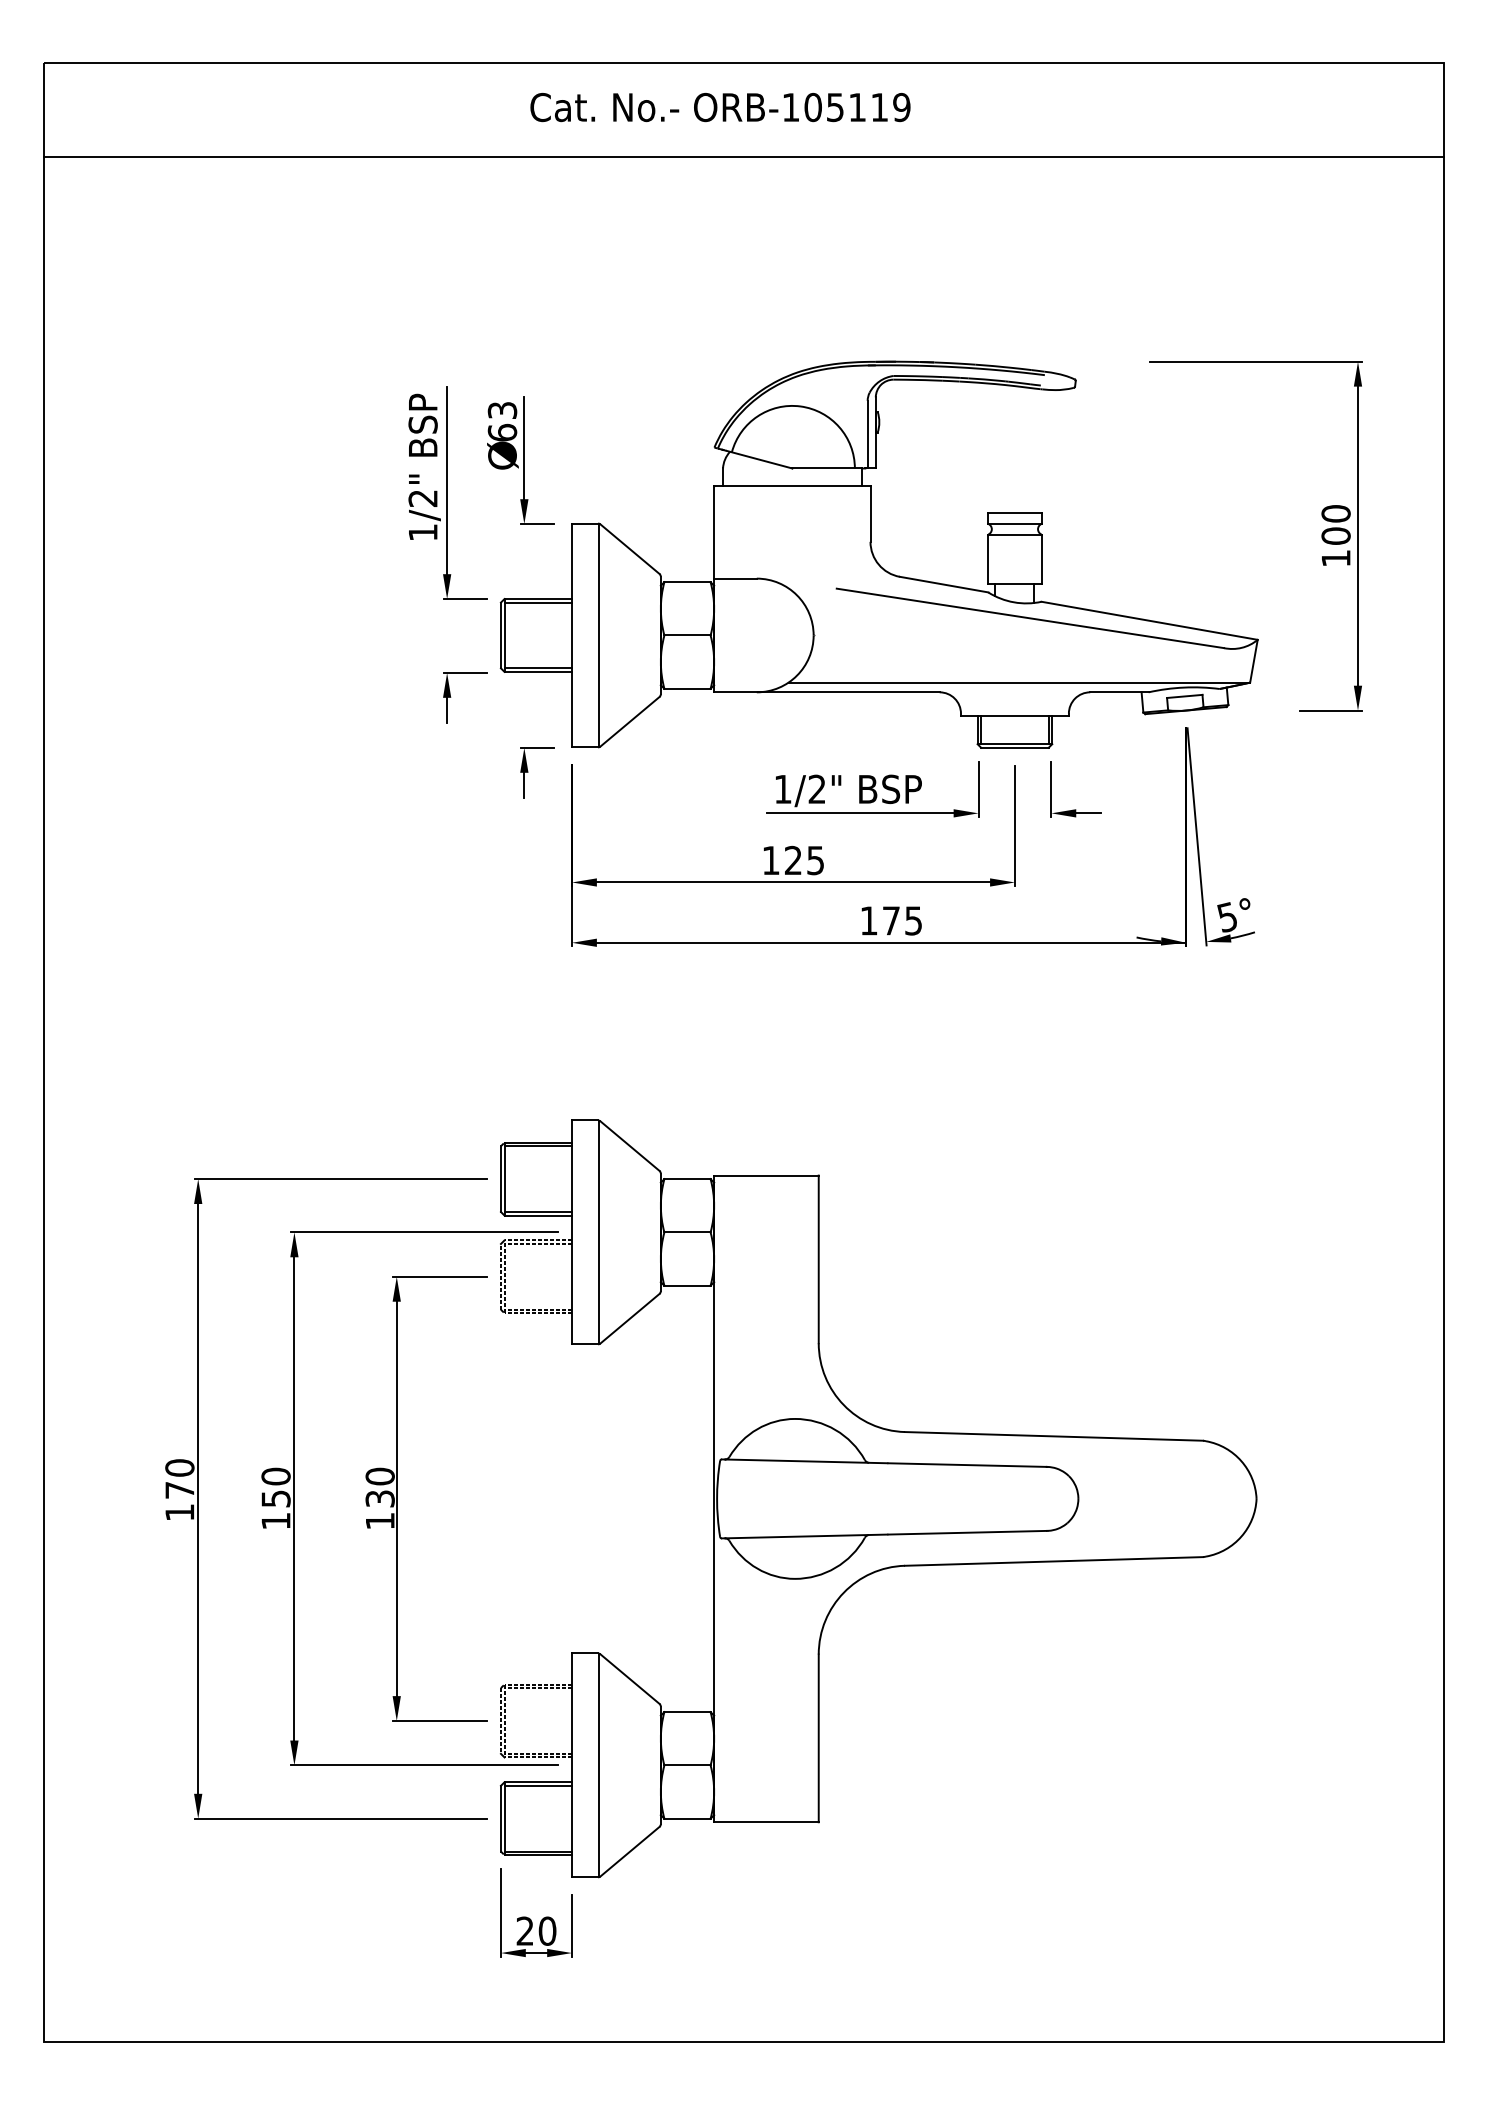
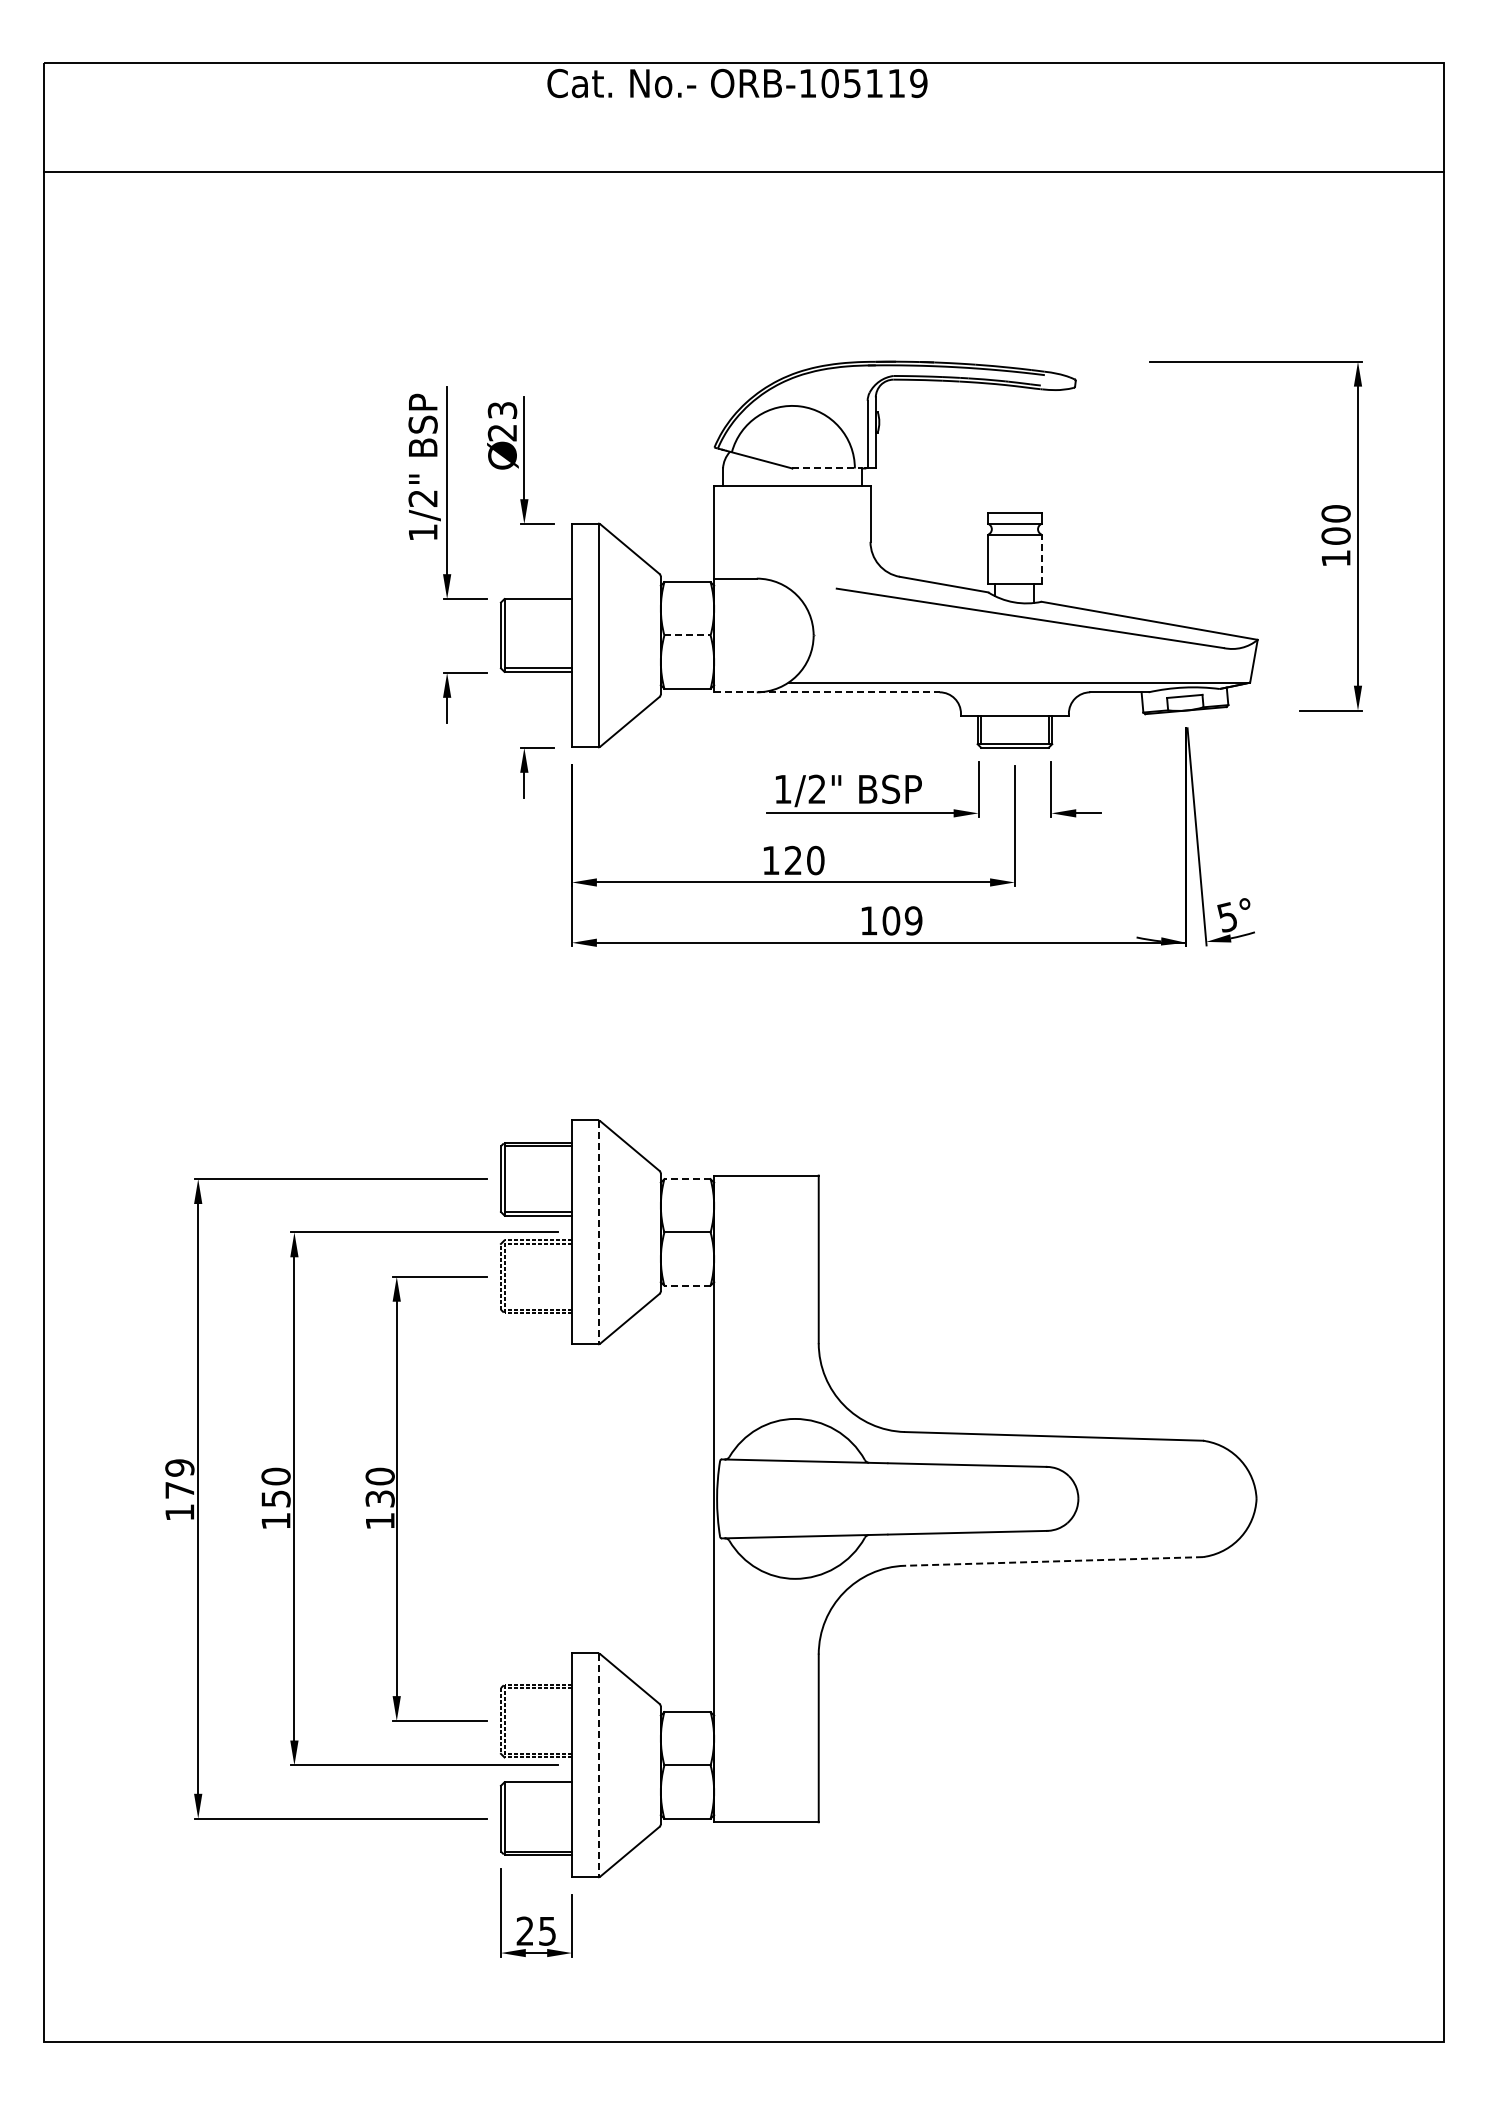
text at (720, 107) position: (720, 107) -> (737, 83)
line at (743, 156) position: (743, 156) -> (743, 171)
text at (502, 432): 63 -> 23
line at (827, 468): solid -> dashed
line at (1041, 559): solid -> dashed
line at (538, 602): present -> none
line at (688, 635): solid -> dashed
line at (826, 692): solid -> dashed
text at (815, 860): 125 -> 120
text at (902, 920): 175 -> 109
line at (687, 1179): solid -> dashed
line at (599, 1232): solid -> dashed
line at (687, 1285): solid -> dashed
text at (179, 1467): 170 -> 179
line at (1053, 1561): solid -> dashed
line at (599, 1765): solid -> dashed
line at (538, 1785): present -> none
text at (547, 1930): 20 -> 25
